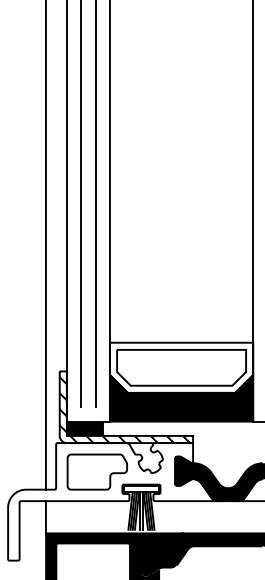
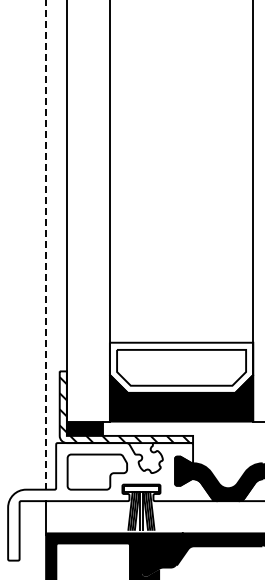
line at (81, 204): present -> none
line at (95, 204): present -> none
line at (46, 244): solid -> dashed
